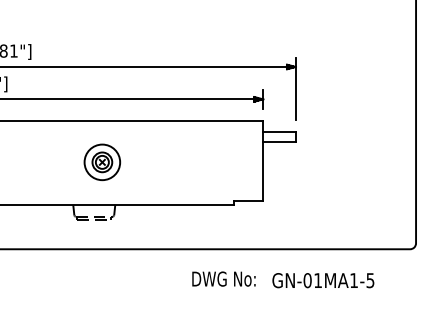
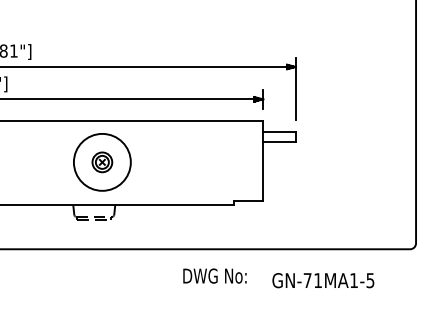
circle at (102, 162) diameter: 36 px -> 57 px
text at (223, 278) position: (223, 278) -> (214, 275)
text at (307, 280): GN-01MA1-5 -> GN-71MA1-5
